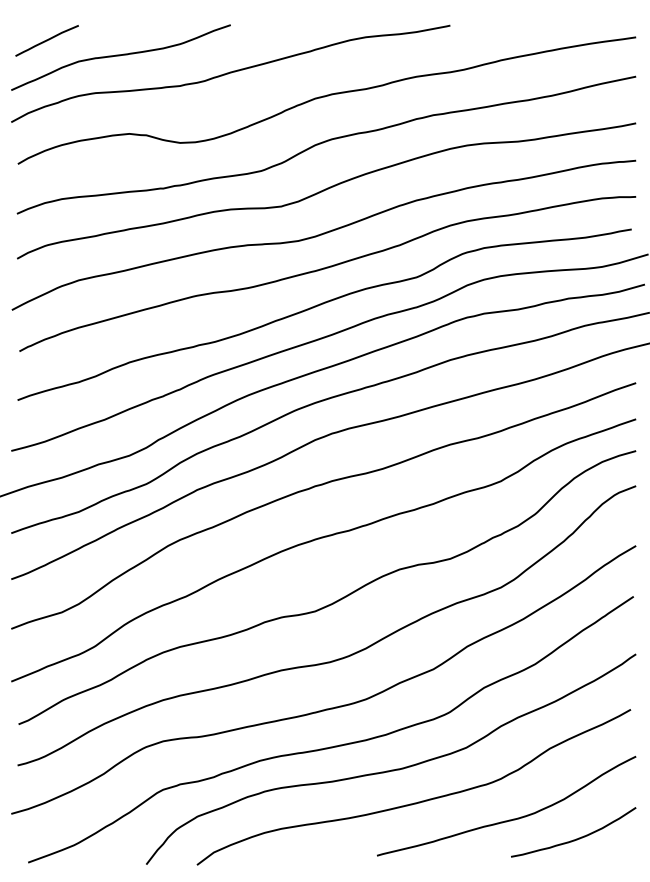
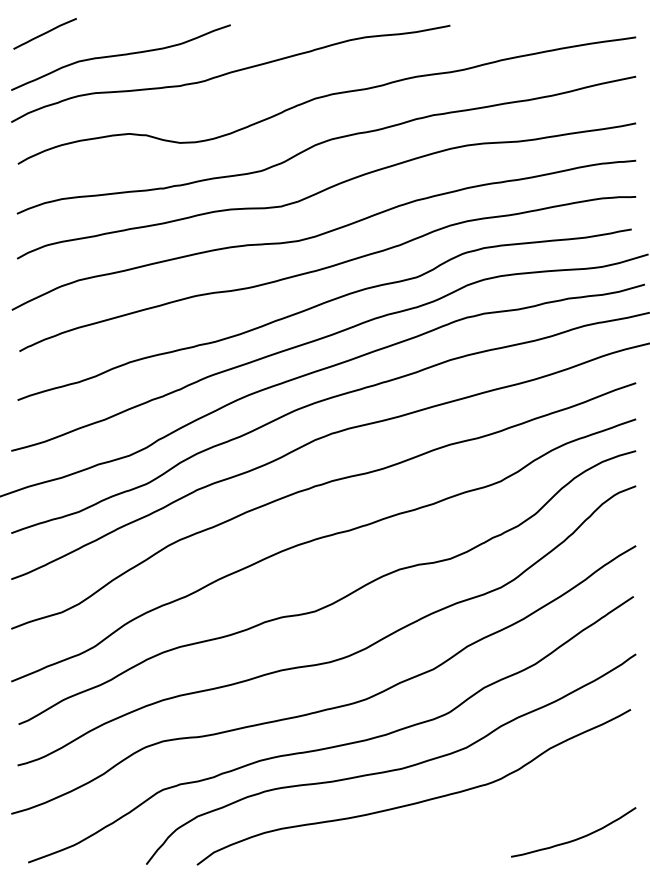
line at (46, 40) position: (46, 40) -> (44, 33)
curve at (509, 819): present -> none
